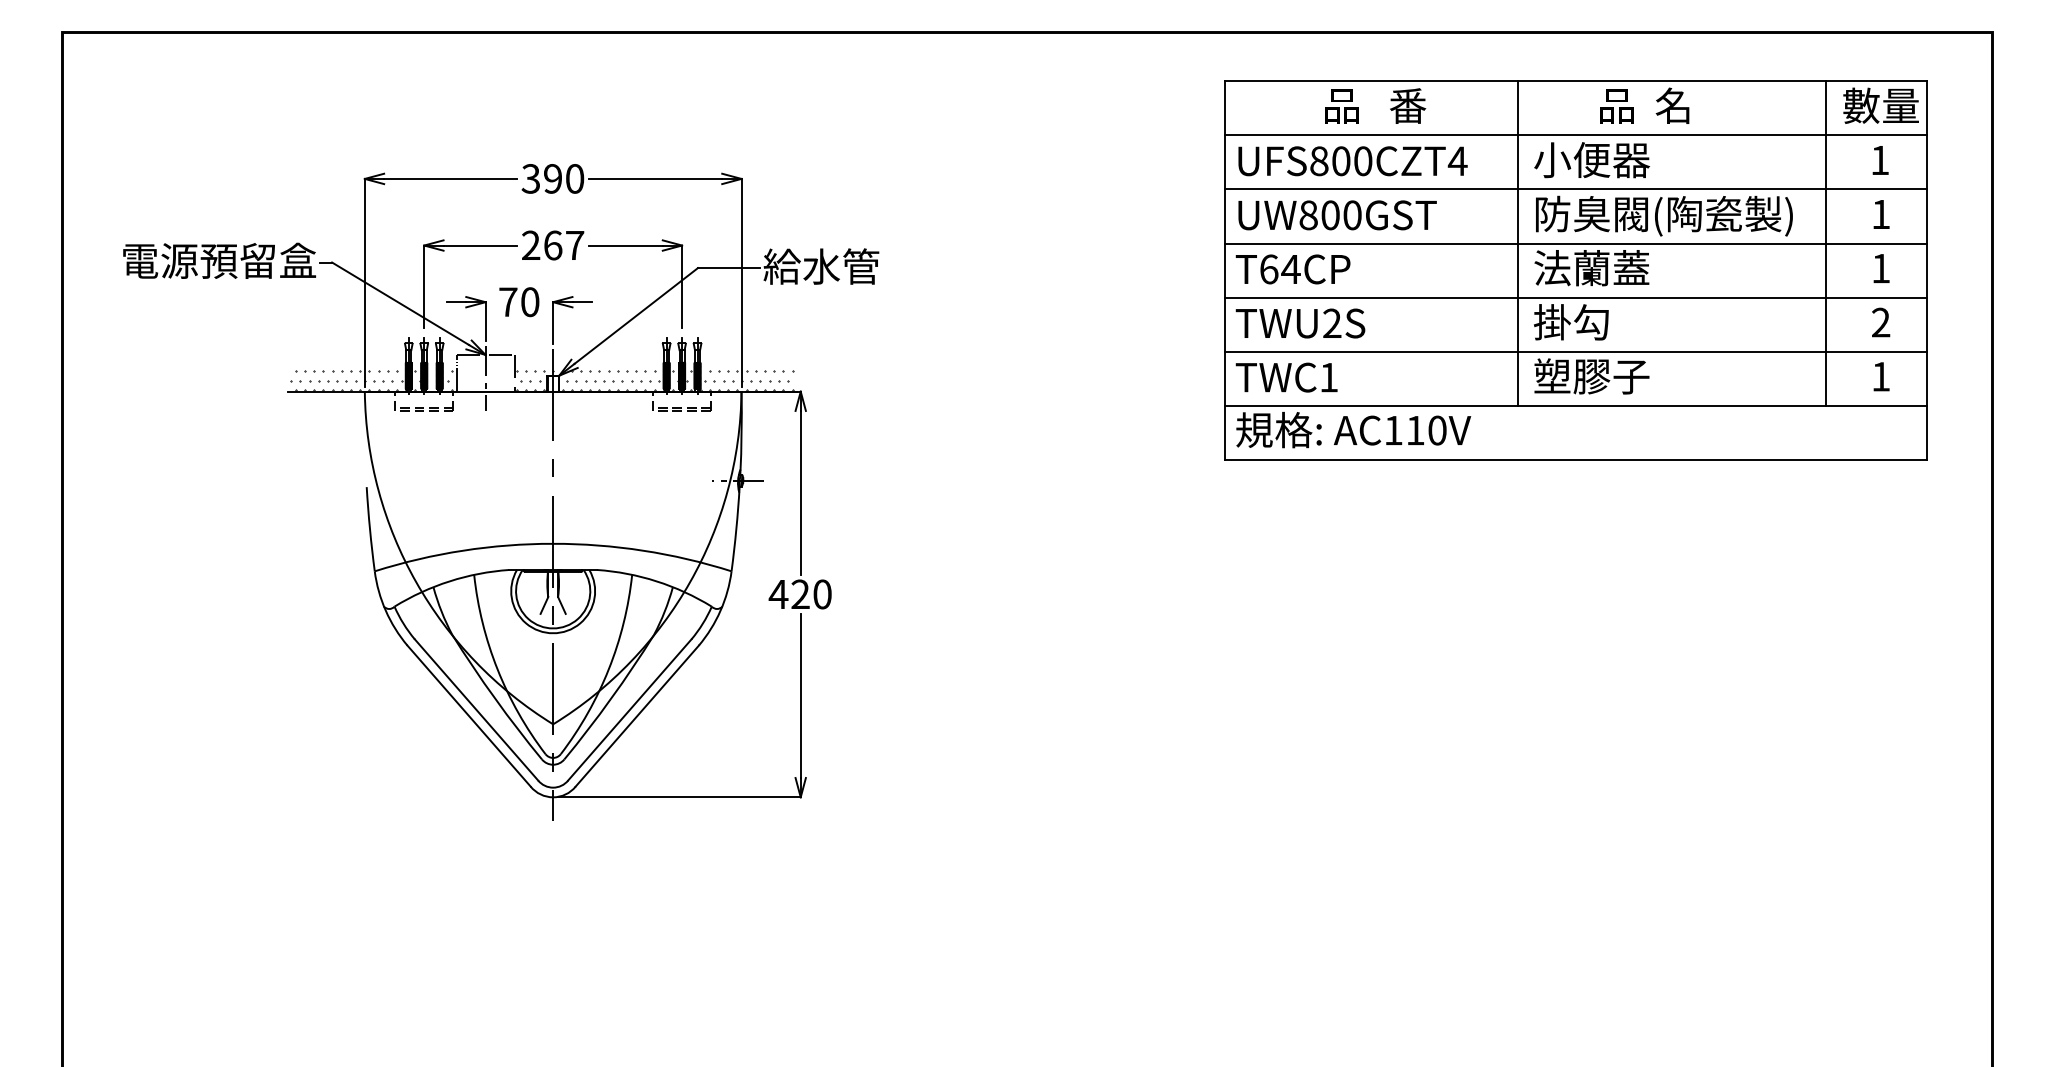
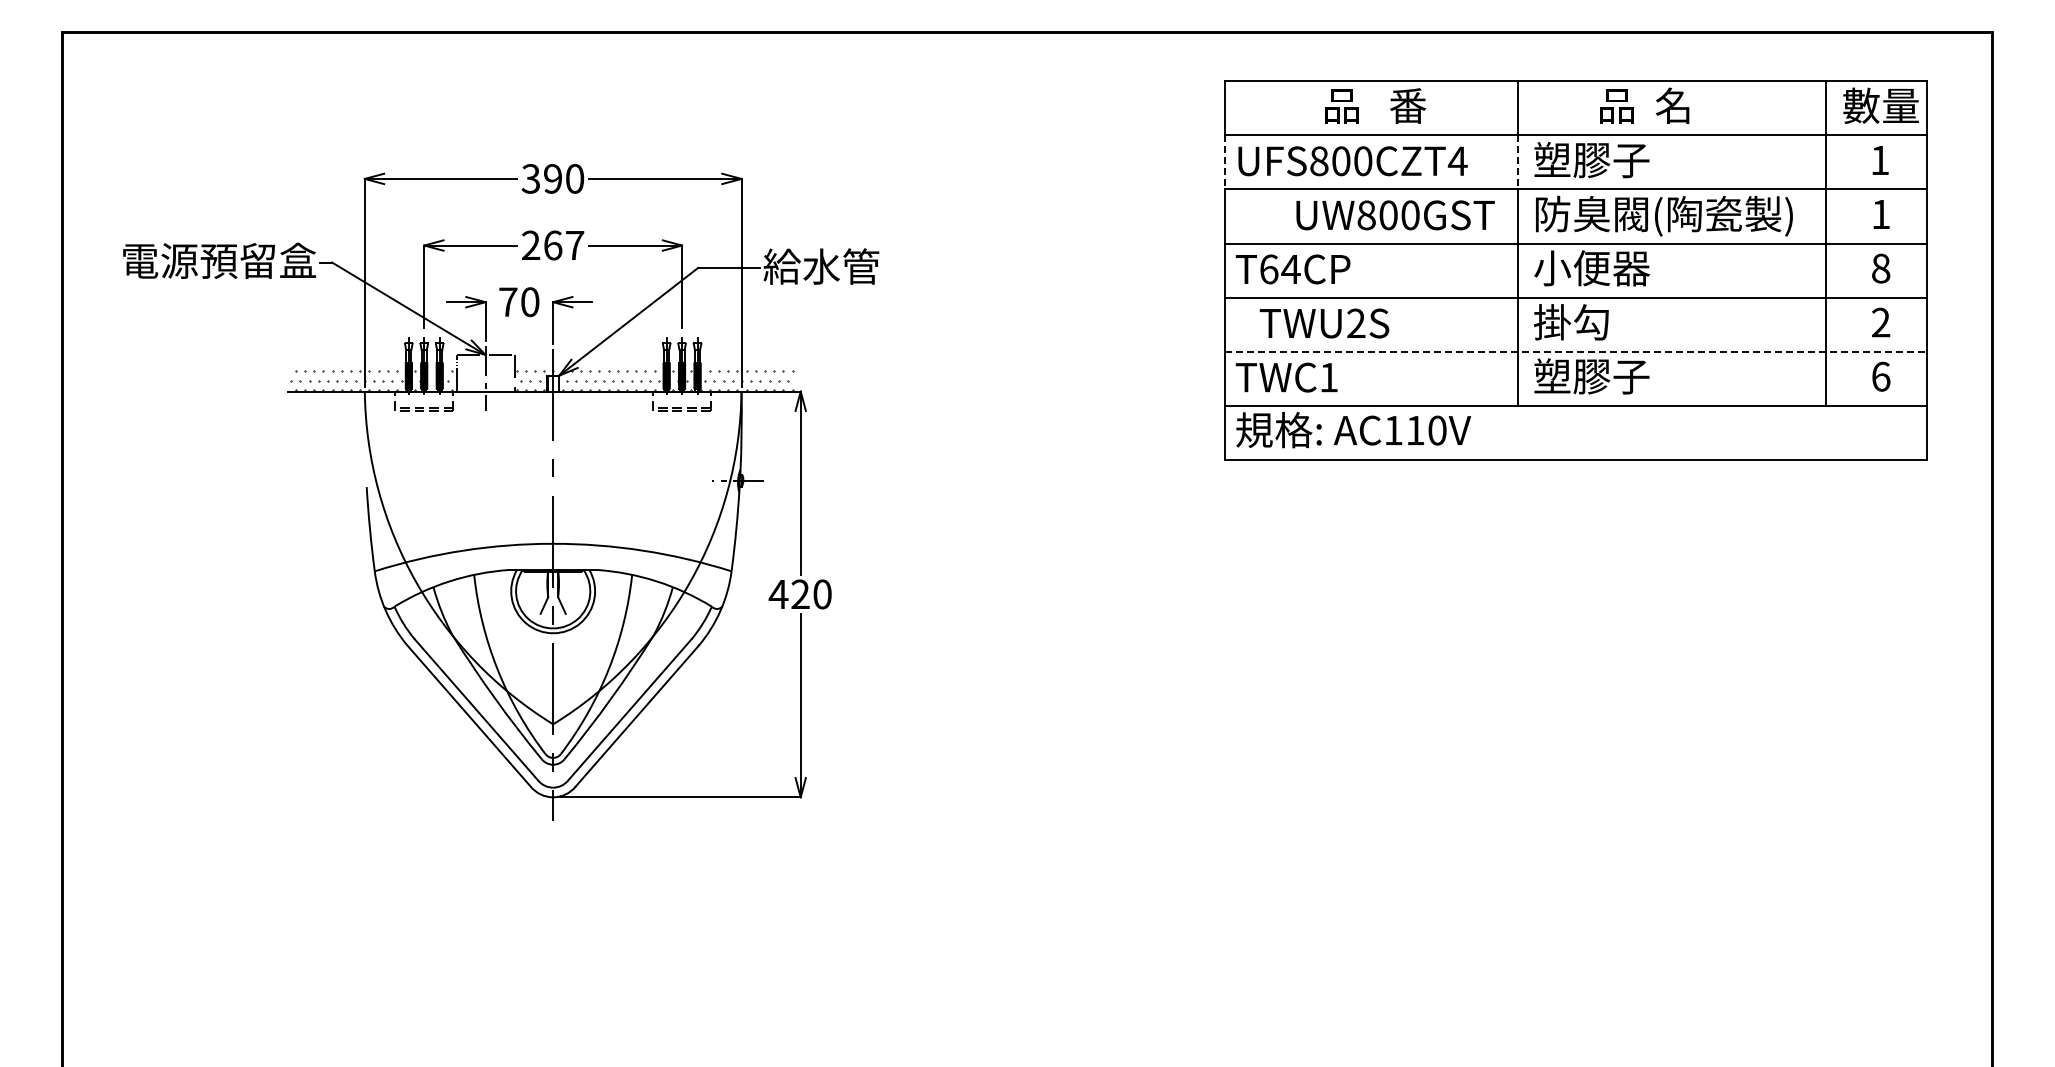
text at (1592, 160): 小便器 -> 塑膠子
line at (1225, 162): solid -> dashed
line at (1518, 162): solid -> dashed
text at (1337, 215) position: (1337, 215) -> (1395, 215)
text at (1592, 268): 法蘭蓋 -> 小便器
text at (1881, 268): 1 -> 8
text at (1300, 323) position: (1300, 323) -> (1324, 323)
line at (1575, 351): solid -> dashed
text at (1881, 376): 1 -> 6
